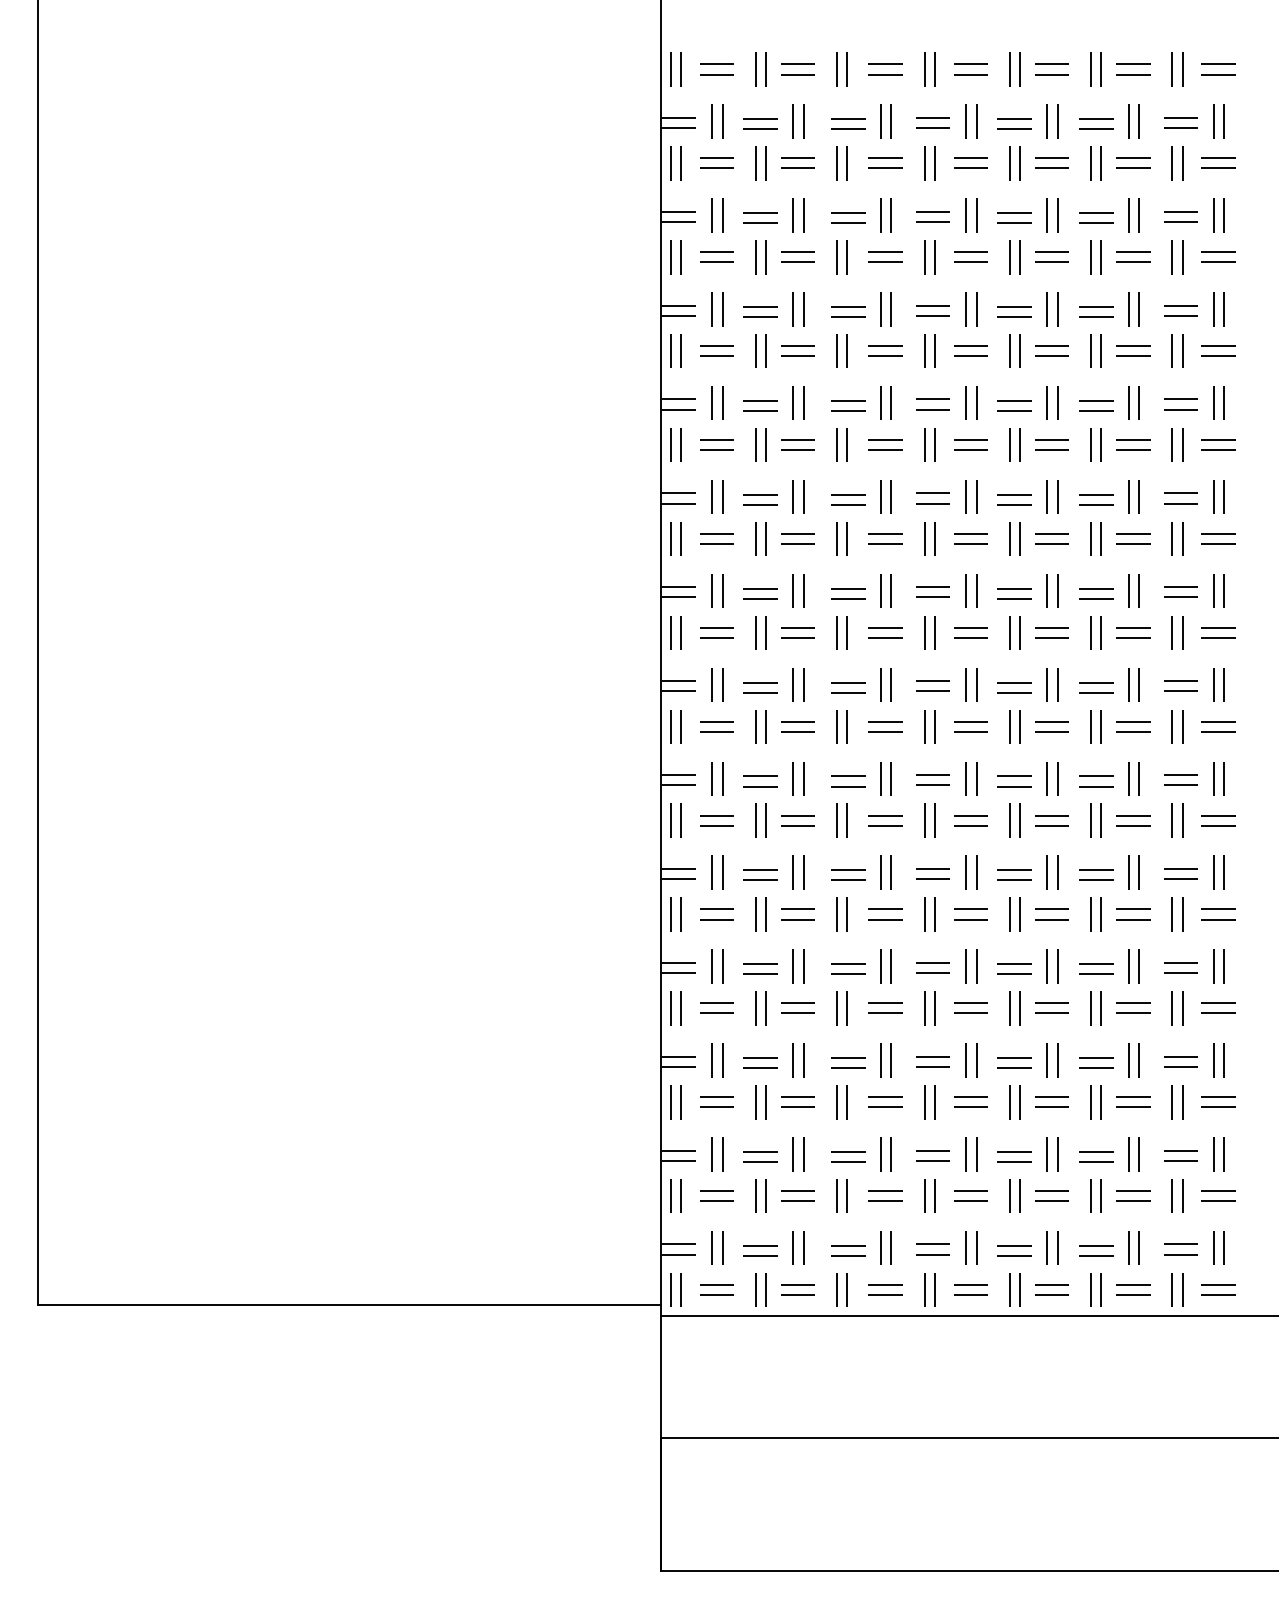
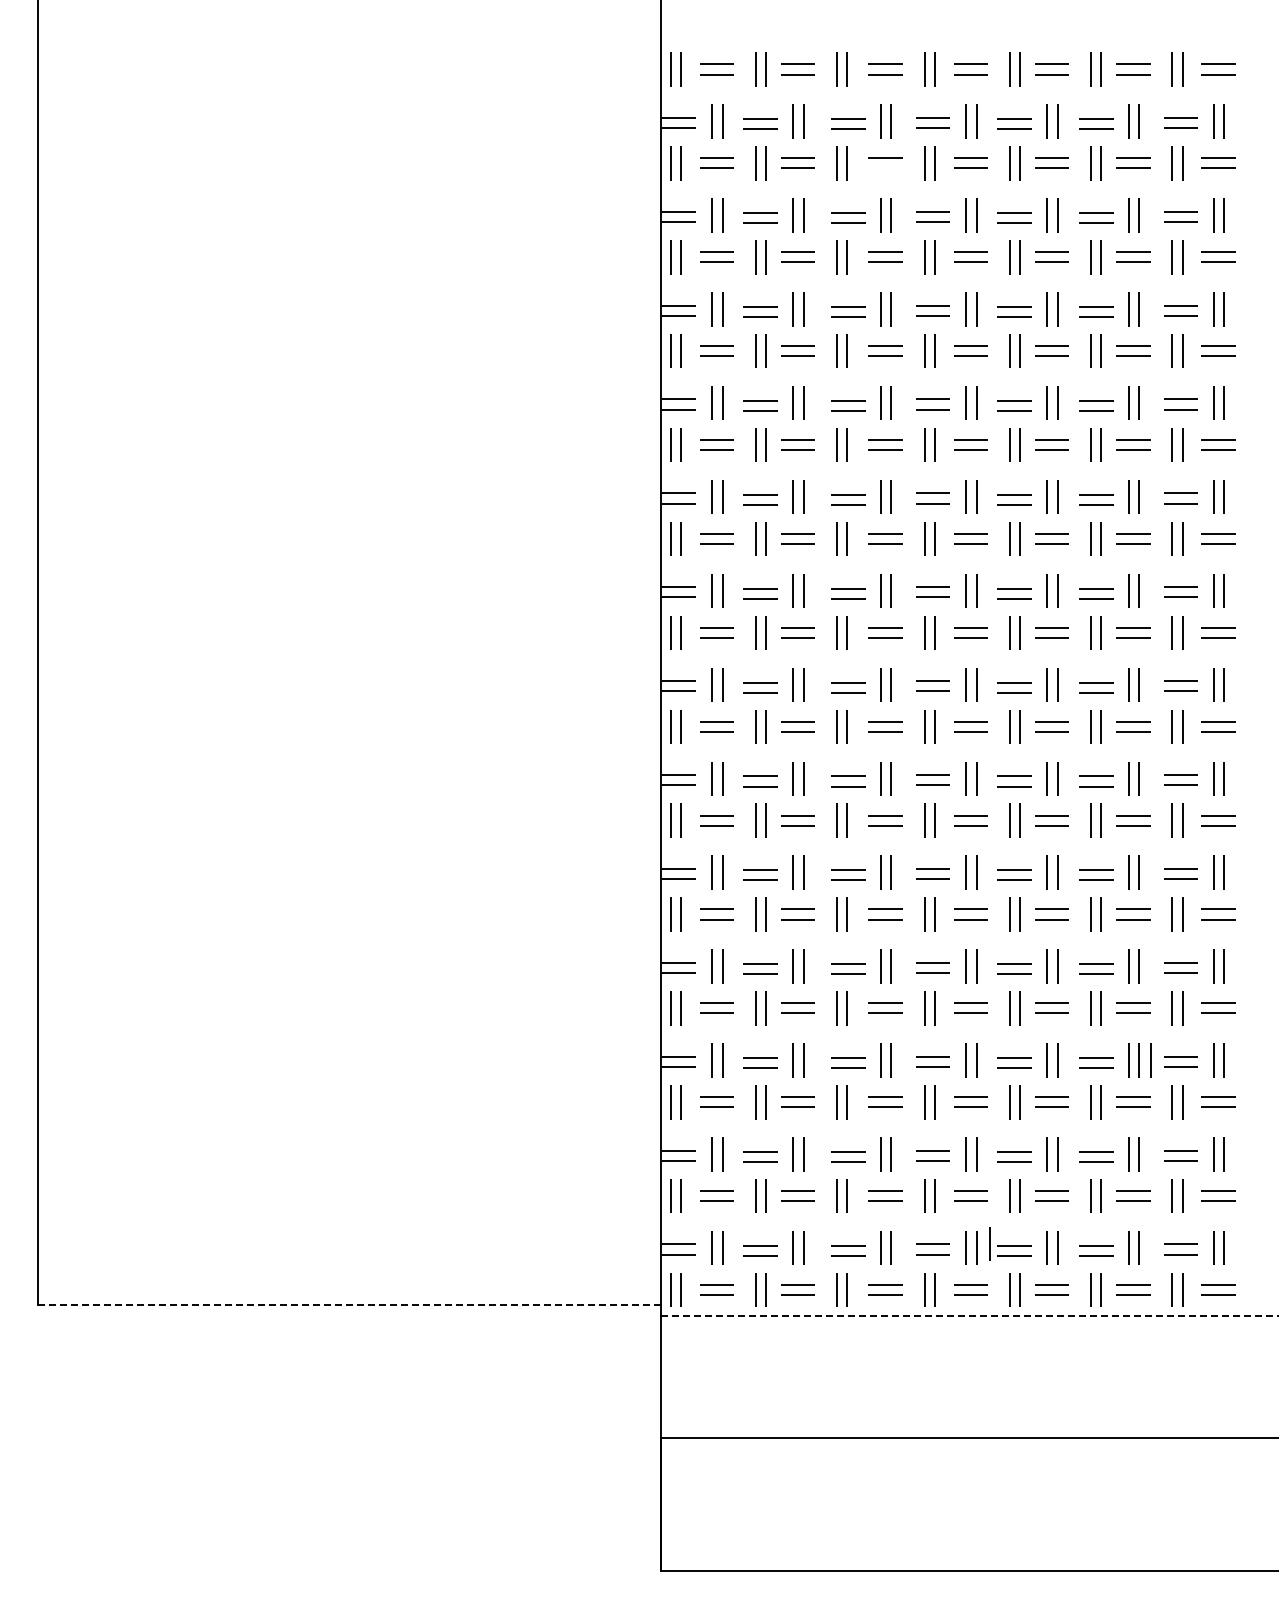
line at (885, 167): present -> none
line at (1150, 1060): none -> present
line at (989, 1243): none -> present
line at (349, 1305): solid -> dashed
line at (969, 1316): solid -> dashed
